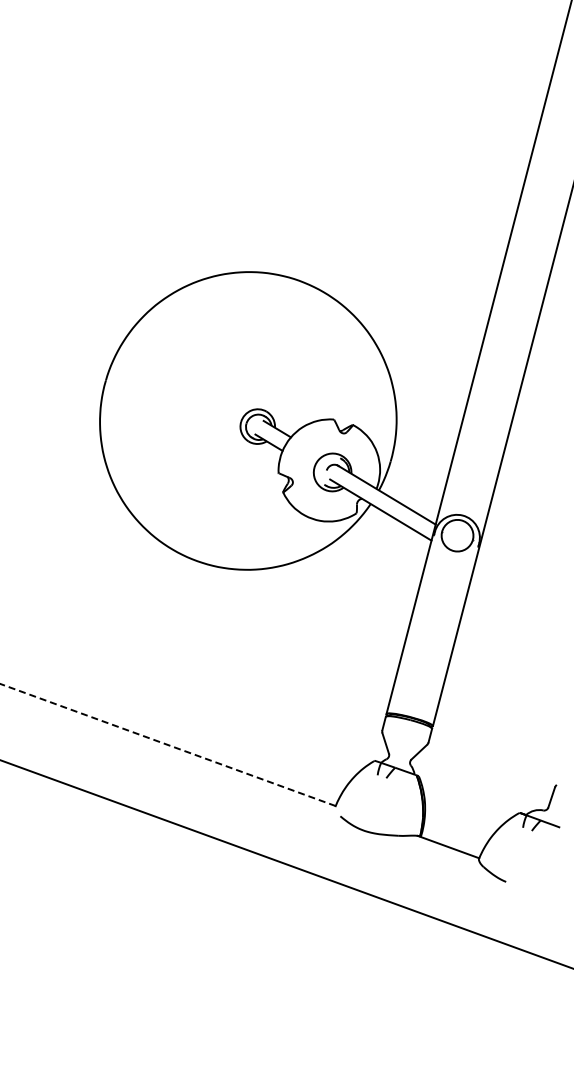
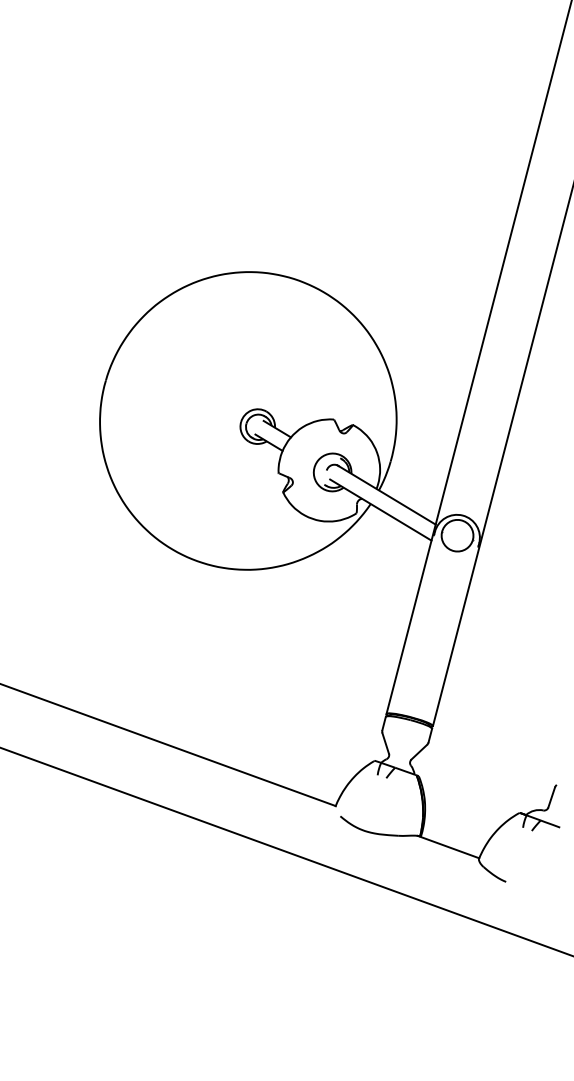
line at (167, 744): dashed -> solid
line at (286, 864) position: (286, 864) -> (286, 851)
